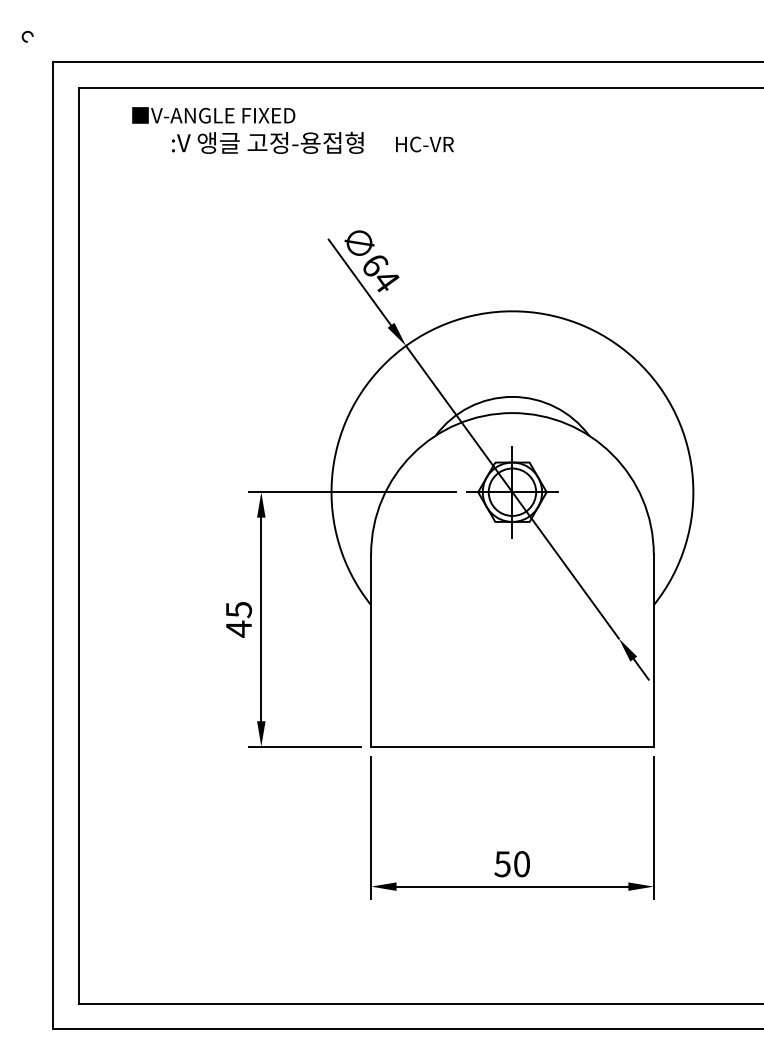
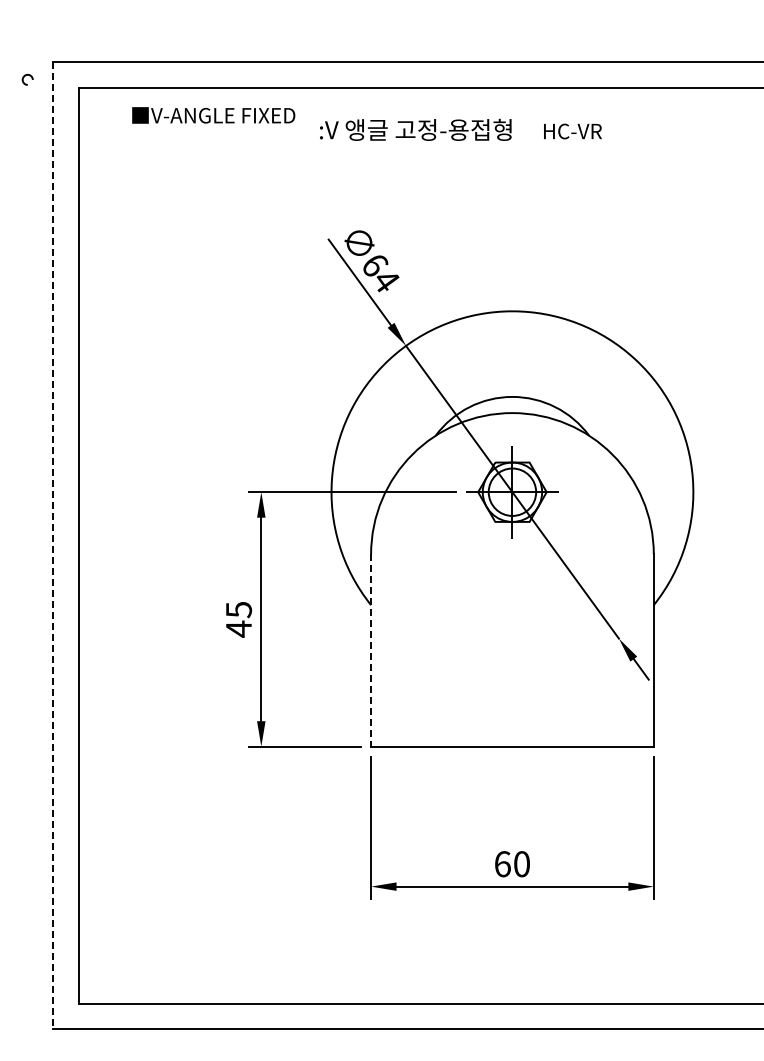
arc at (25, 33) position: (25, 33) -> (25, 76)
text at (312, 142) position: (312, 142) -> (460, 129)
line at (53, 546): solid -> dashed
line at (371, 651): solid -> dashed
text at (502, 864): 50 -> 60
